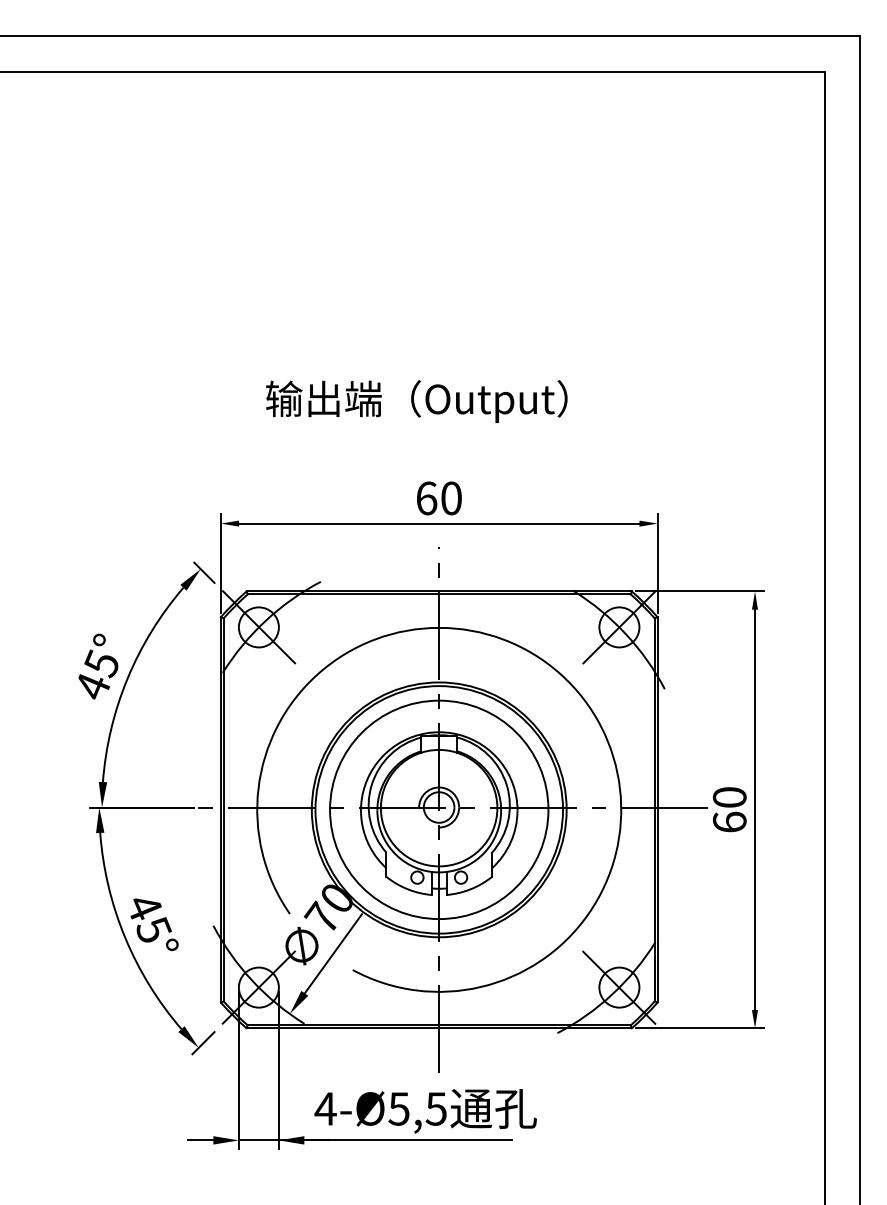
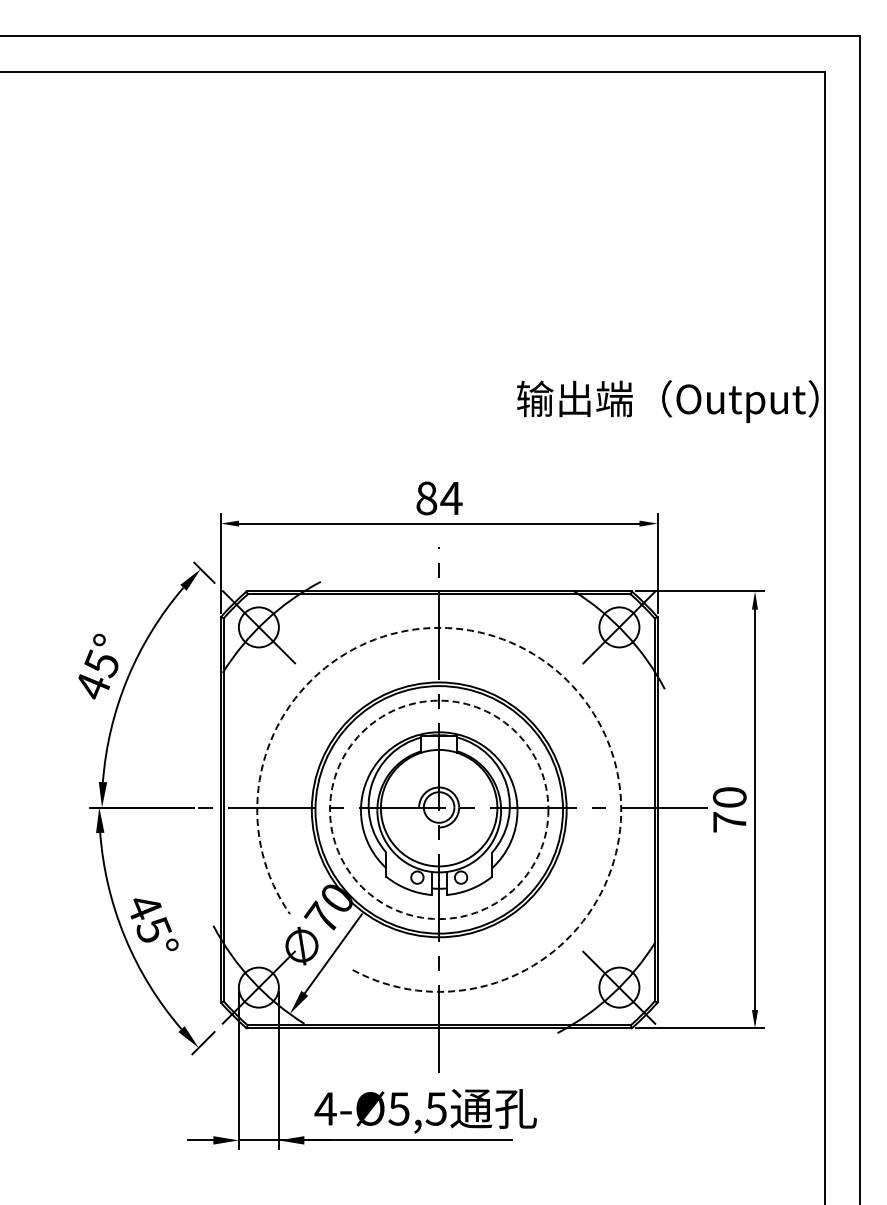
text at (416, 401) position: (416, 401) -> (667, 401)
text at (439, 498): 60 -> 84
arc at (560, 674): solid -> dashed
circle at (439, 809): solid -> dashed
text at (729, 821): 60 -> 70
